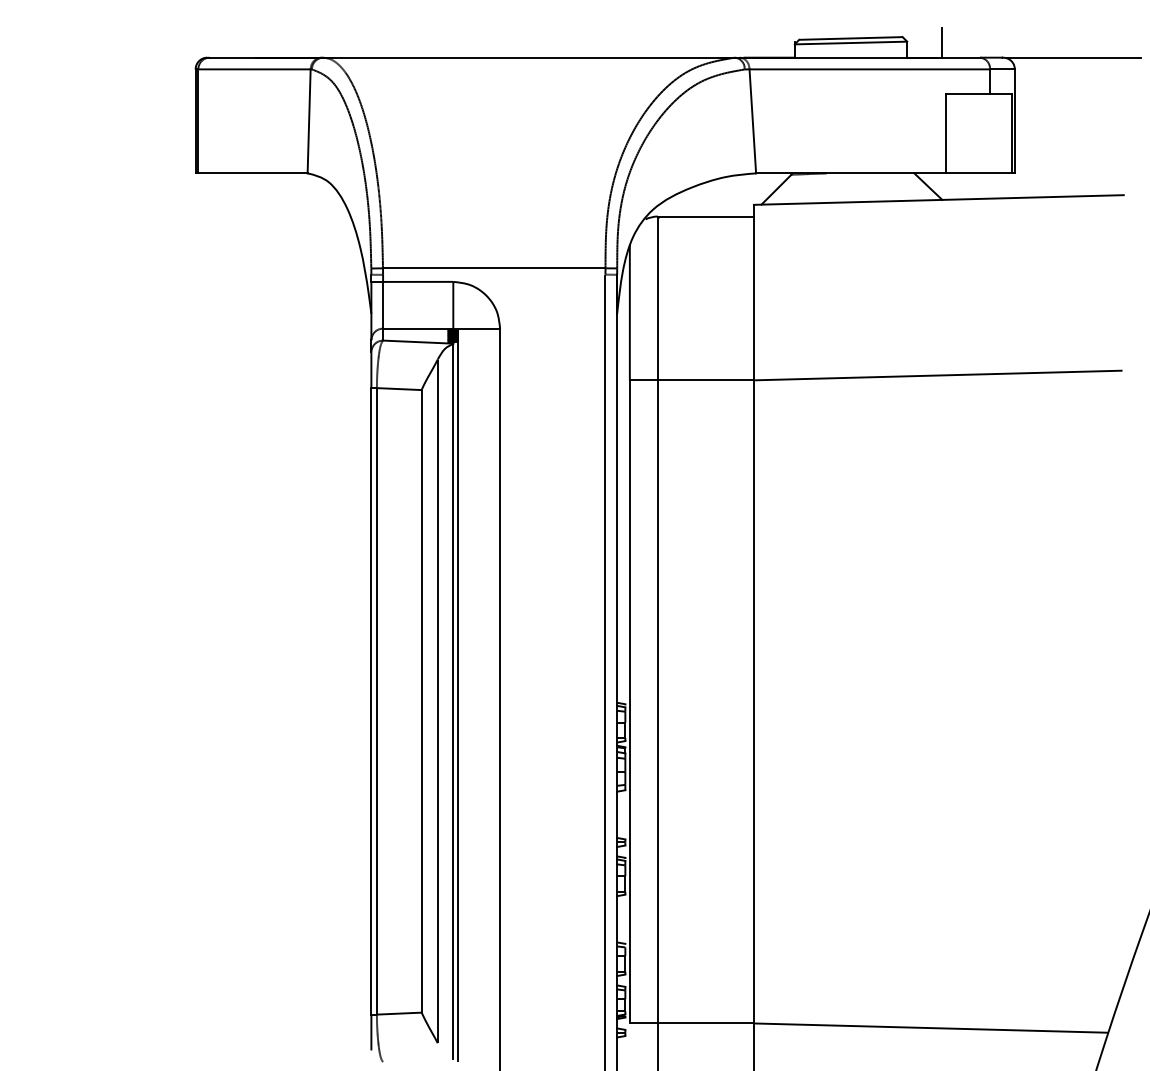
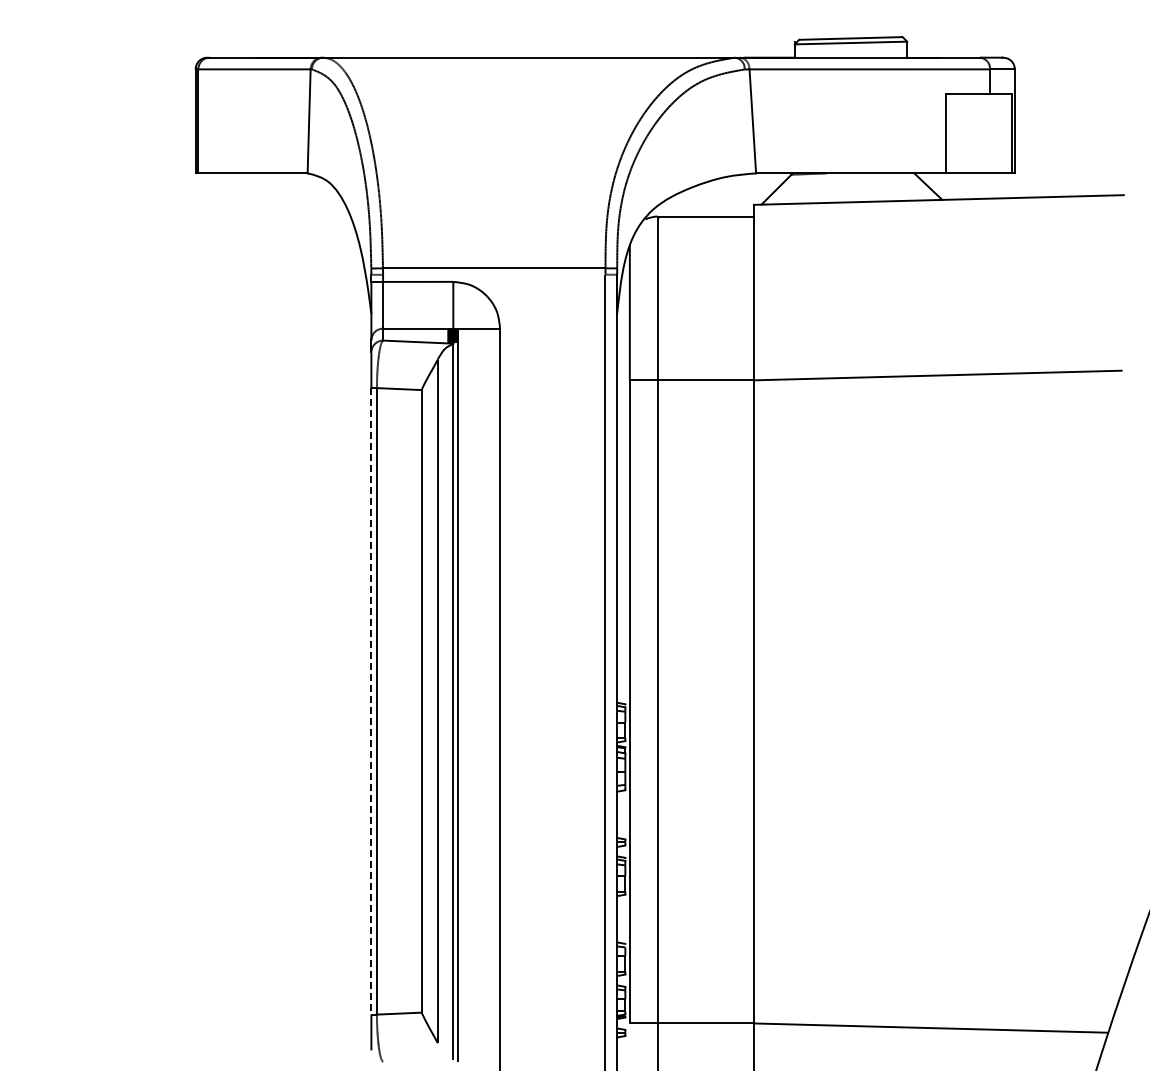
line at (942, 42): present -> none
line at (1074, 57): present -> none
line at (371, 701): solid -> dashed
